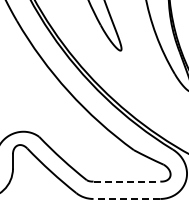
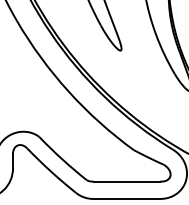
line at (127, 181): dashed -> solid
line at (126, 198): dashed -> solid
